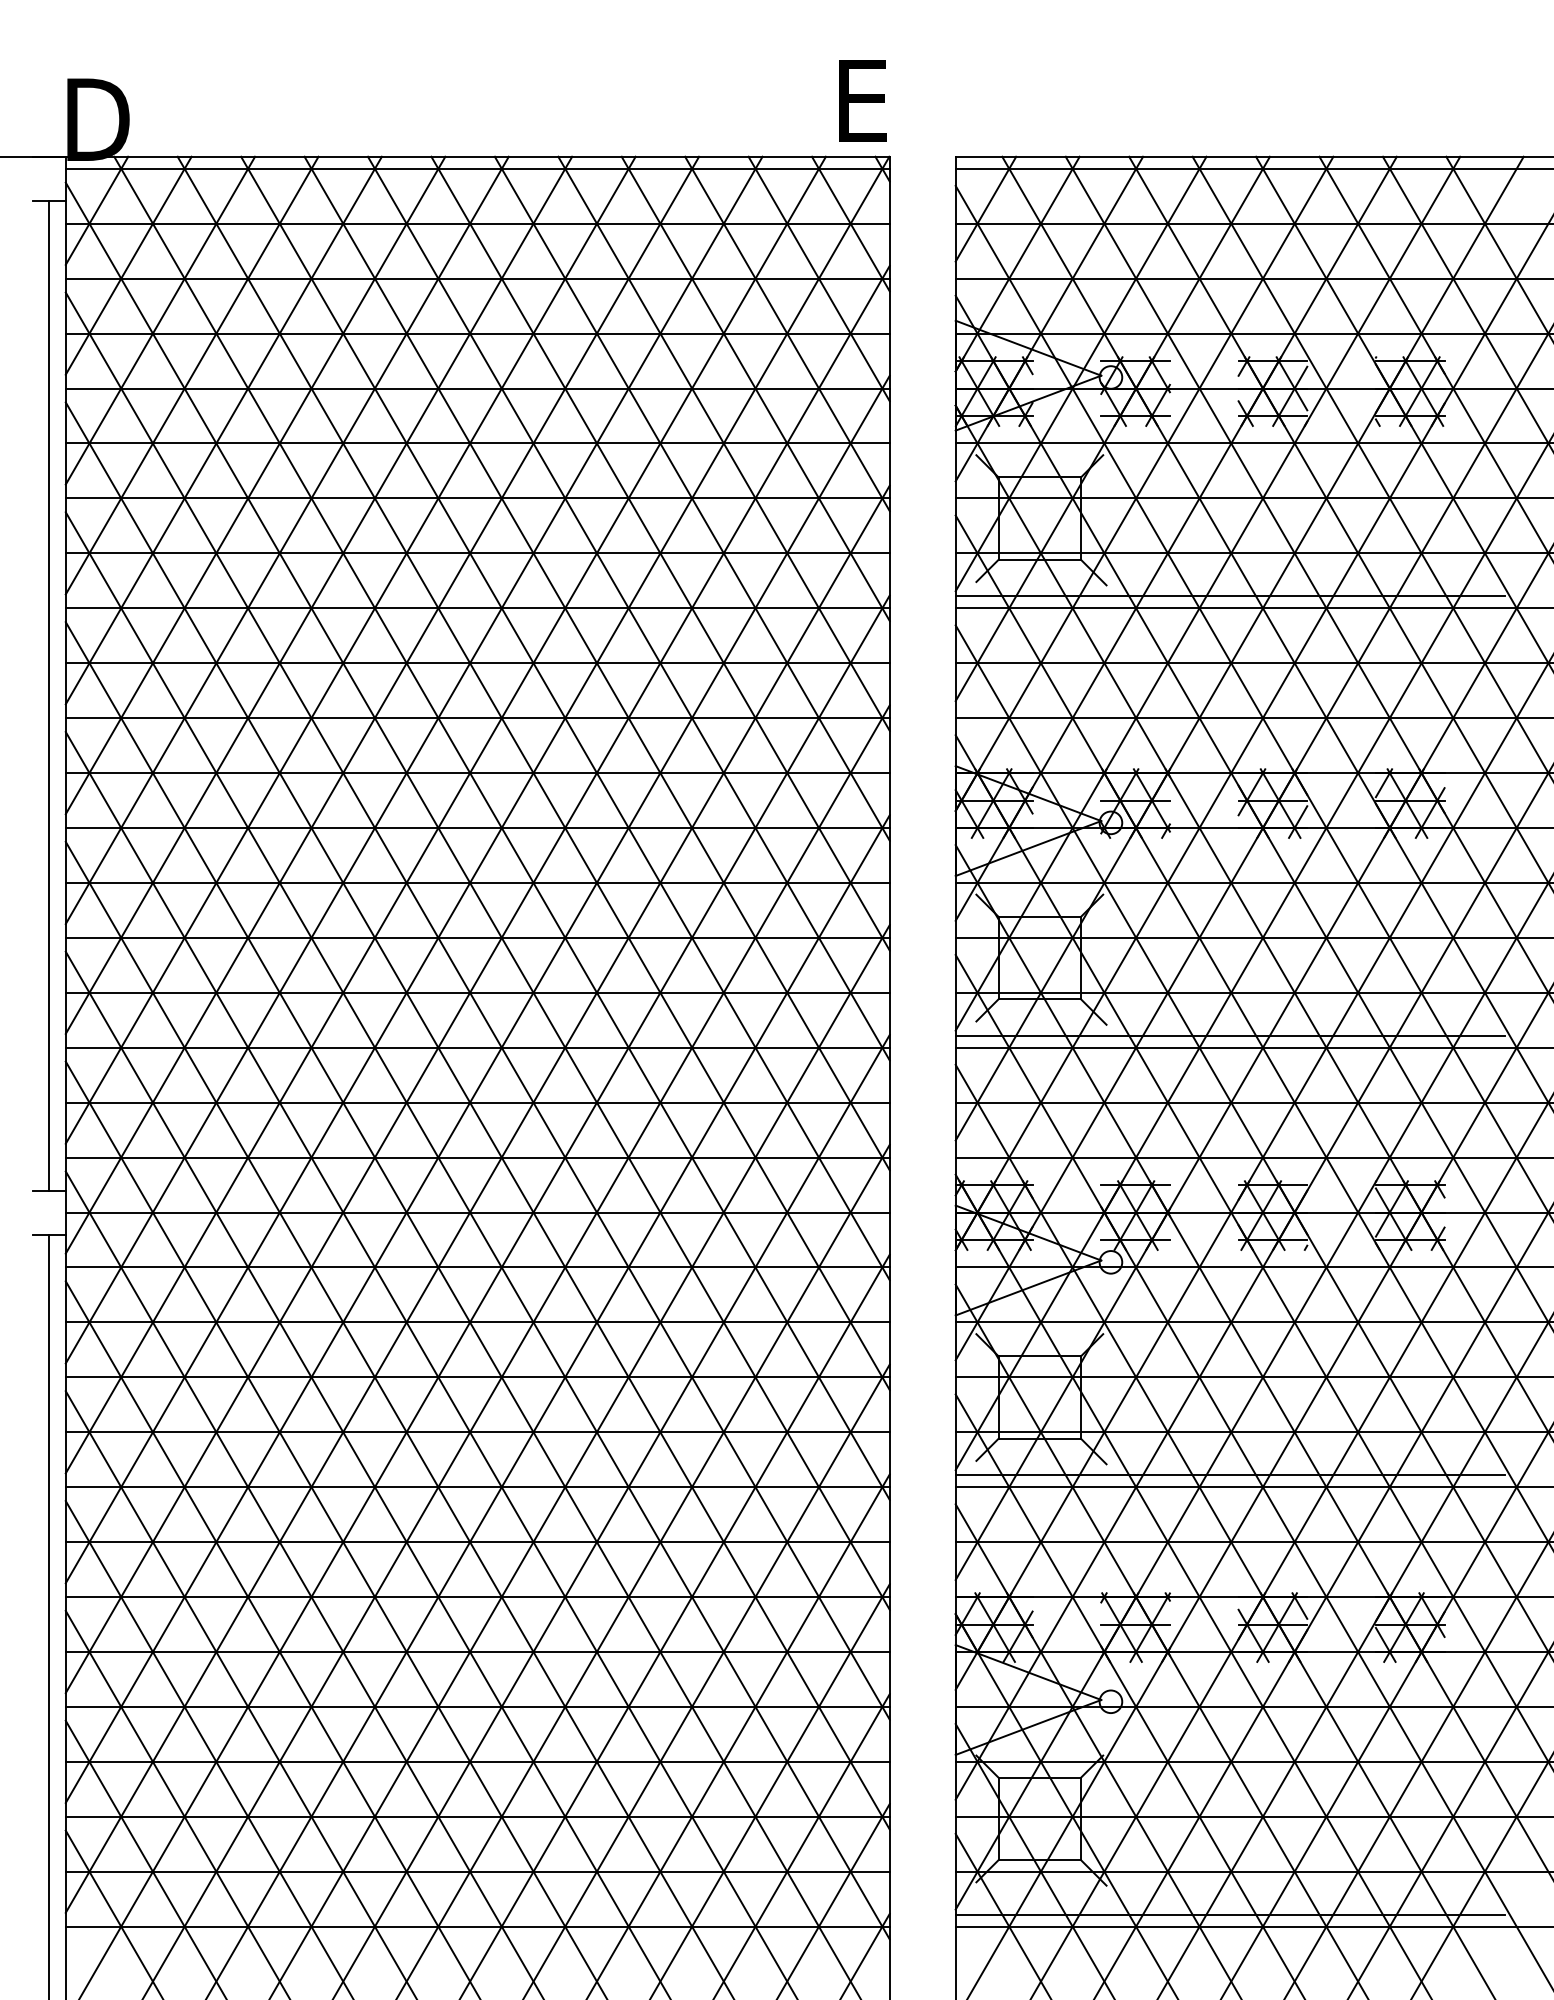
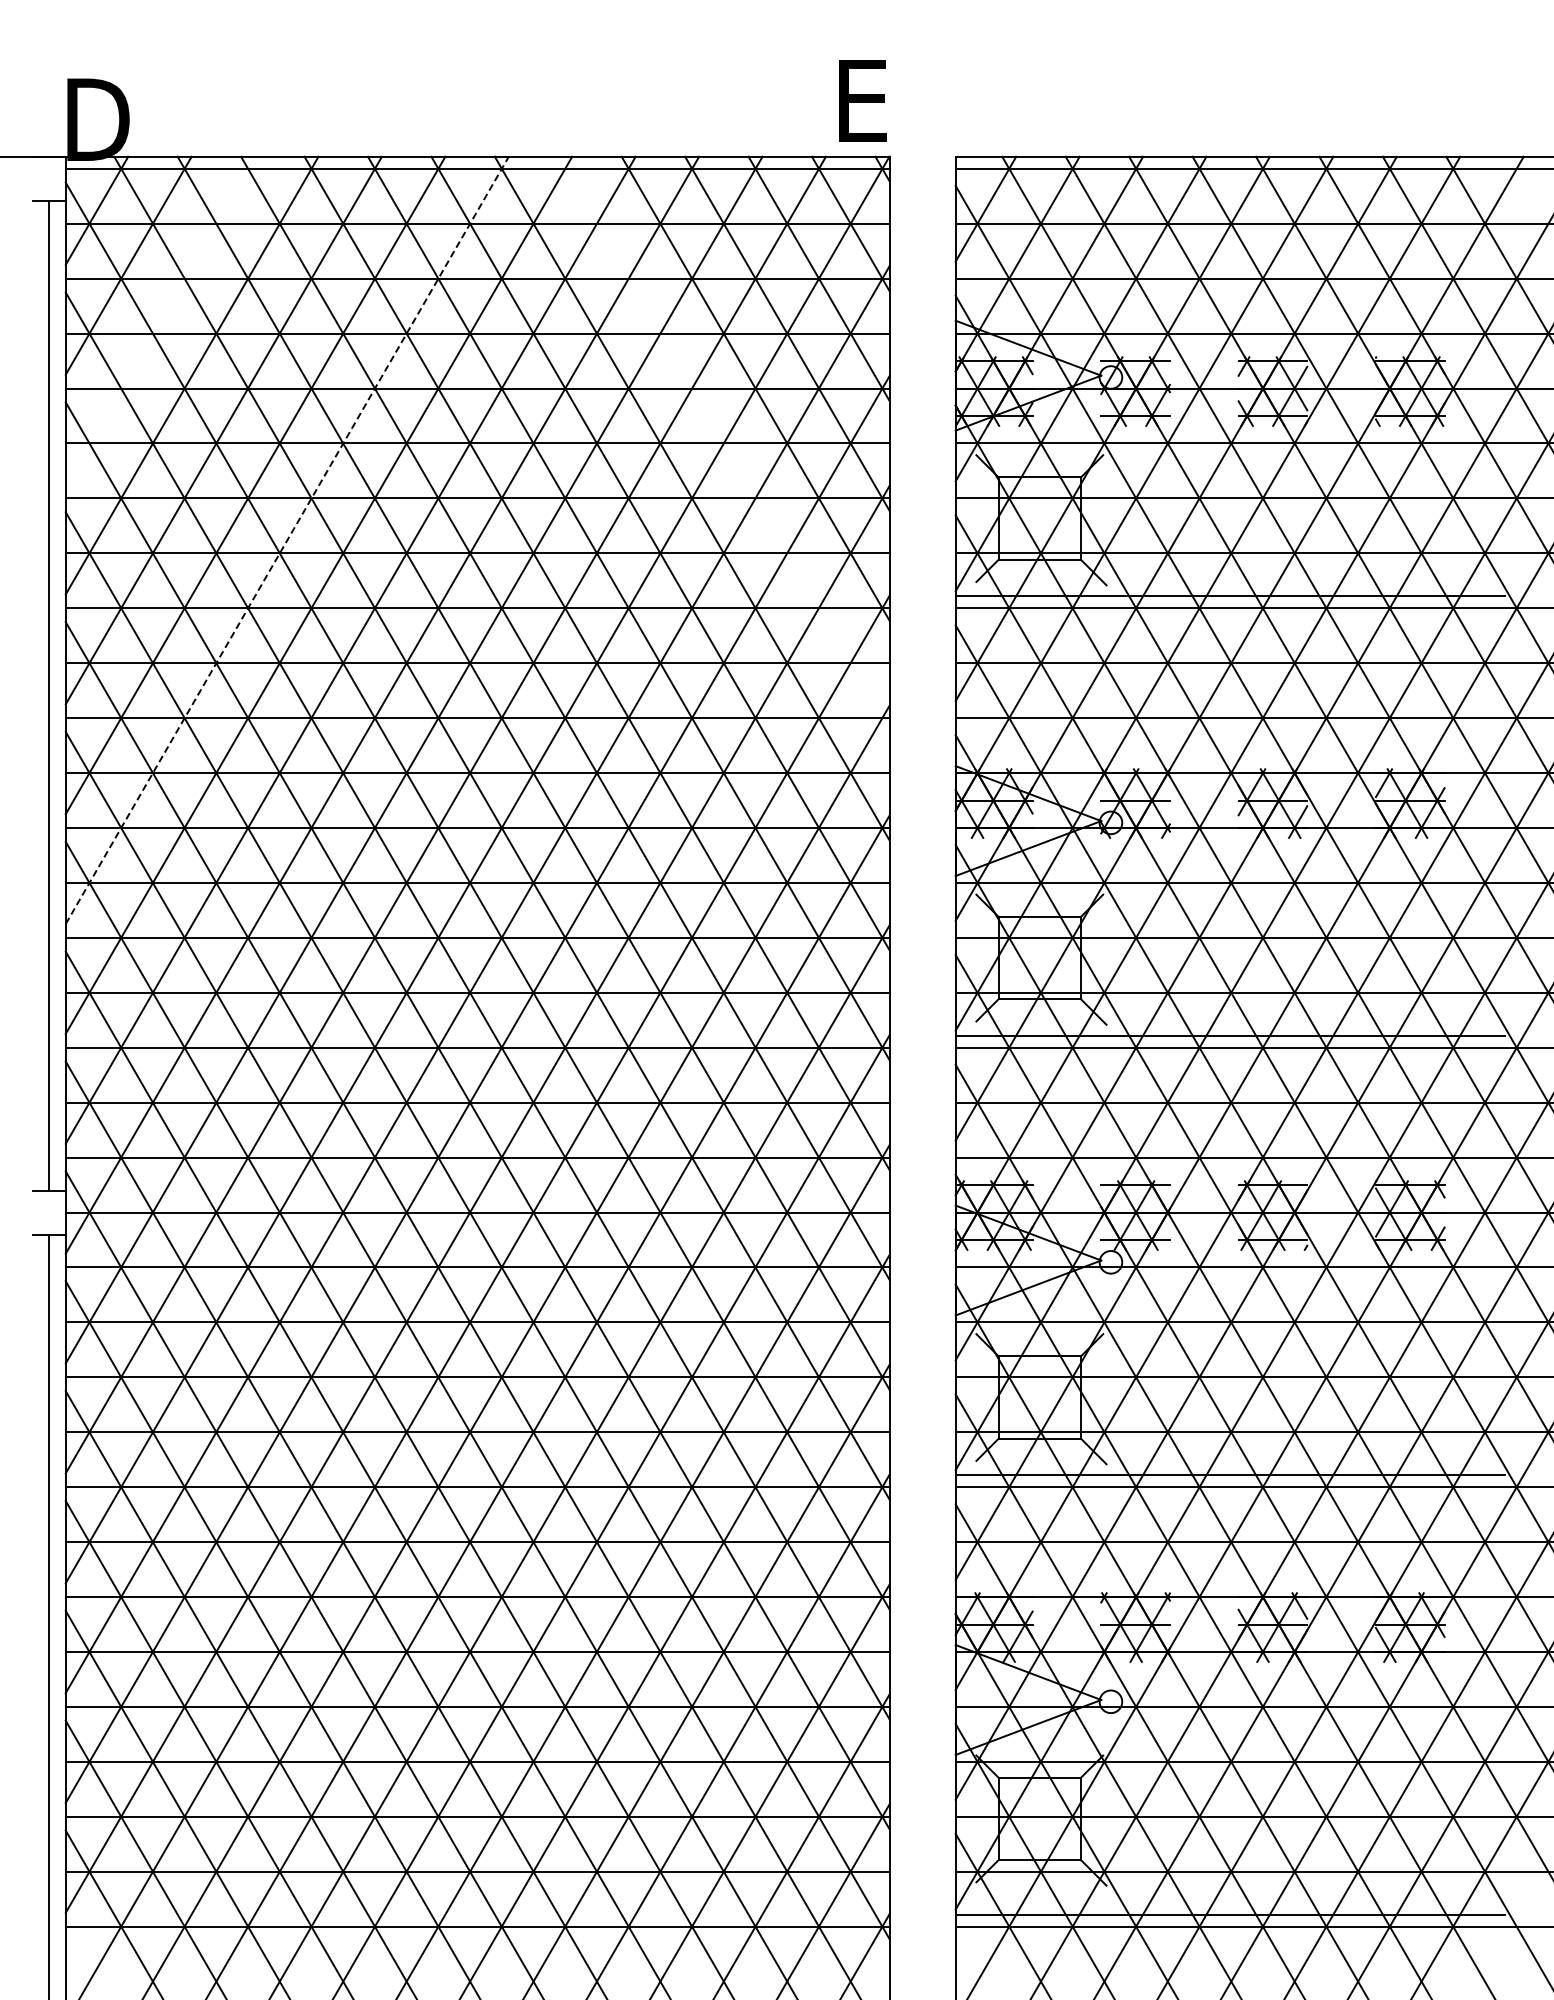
line at (160, 320): present -> none
line at (723, 443): present -> none
line at (287, 540): solid -> dashed
